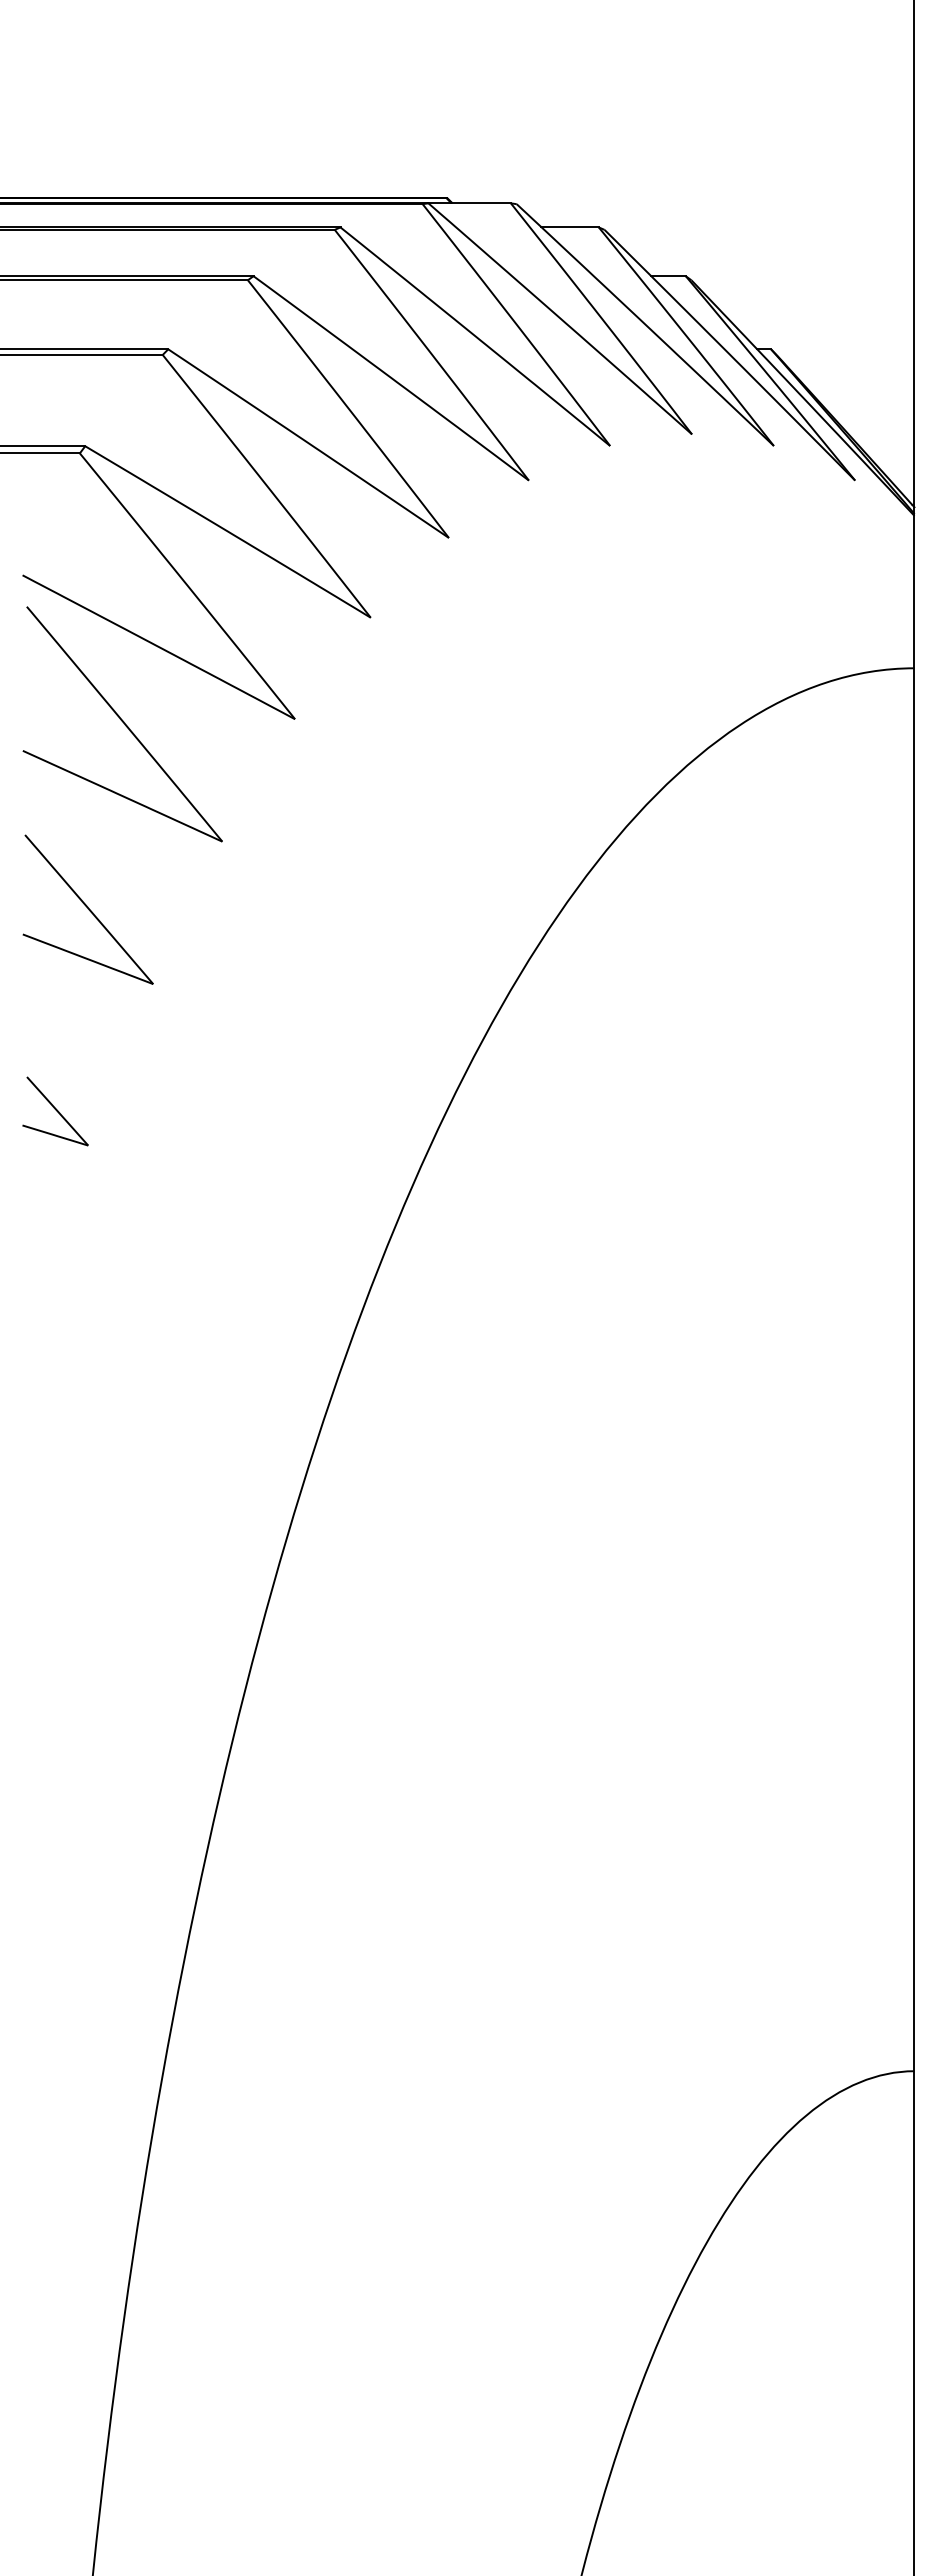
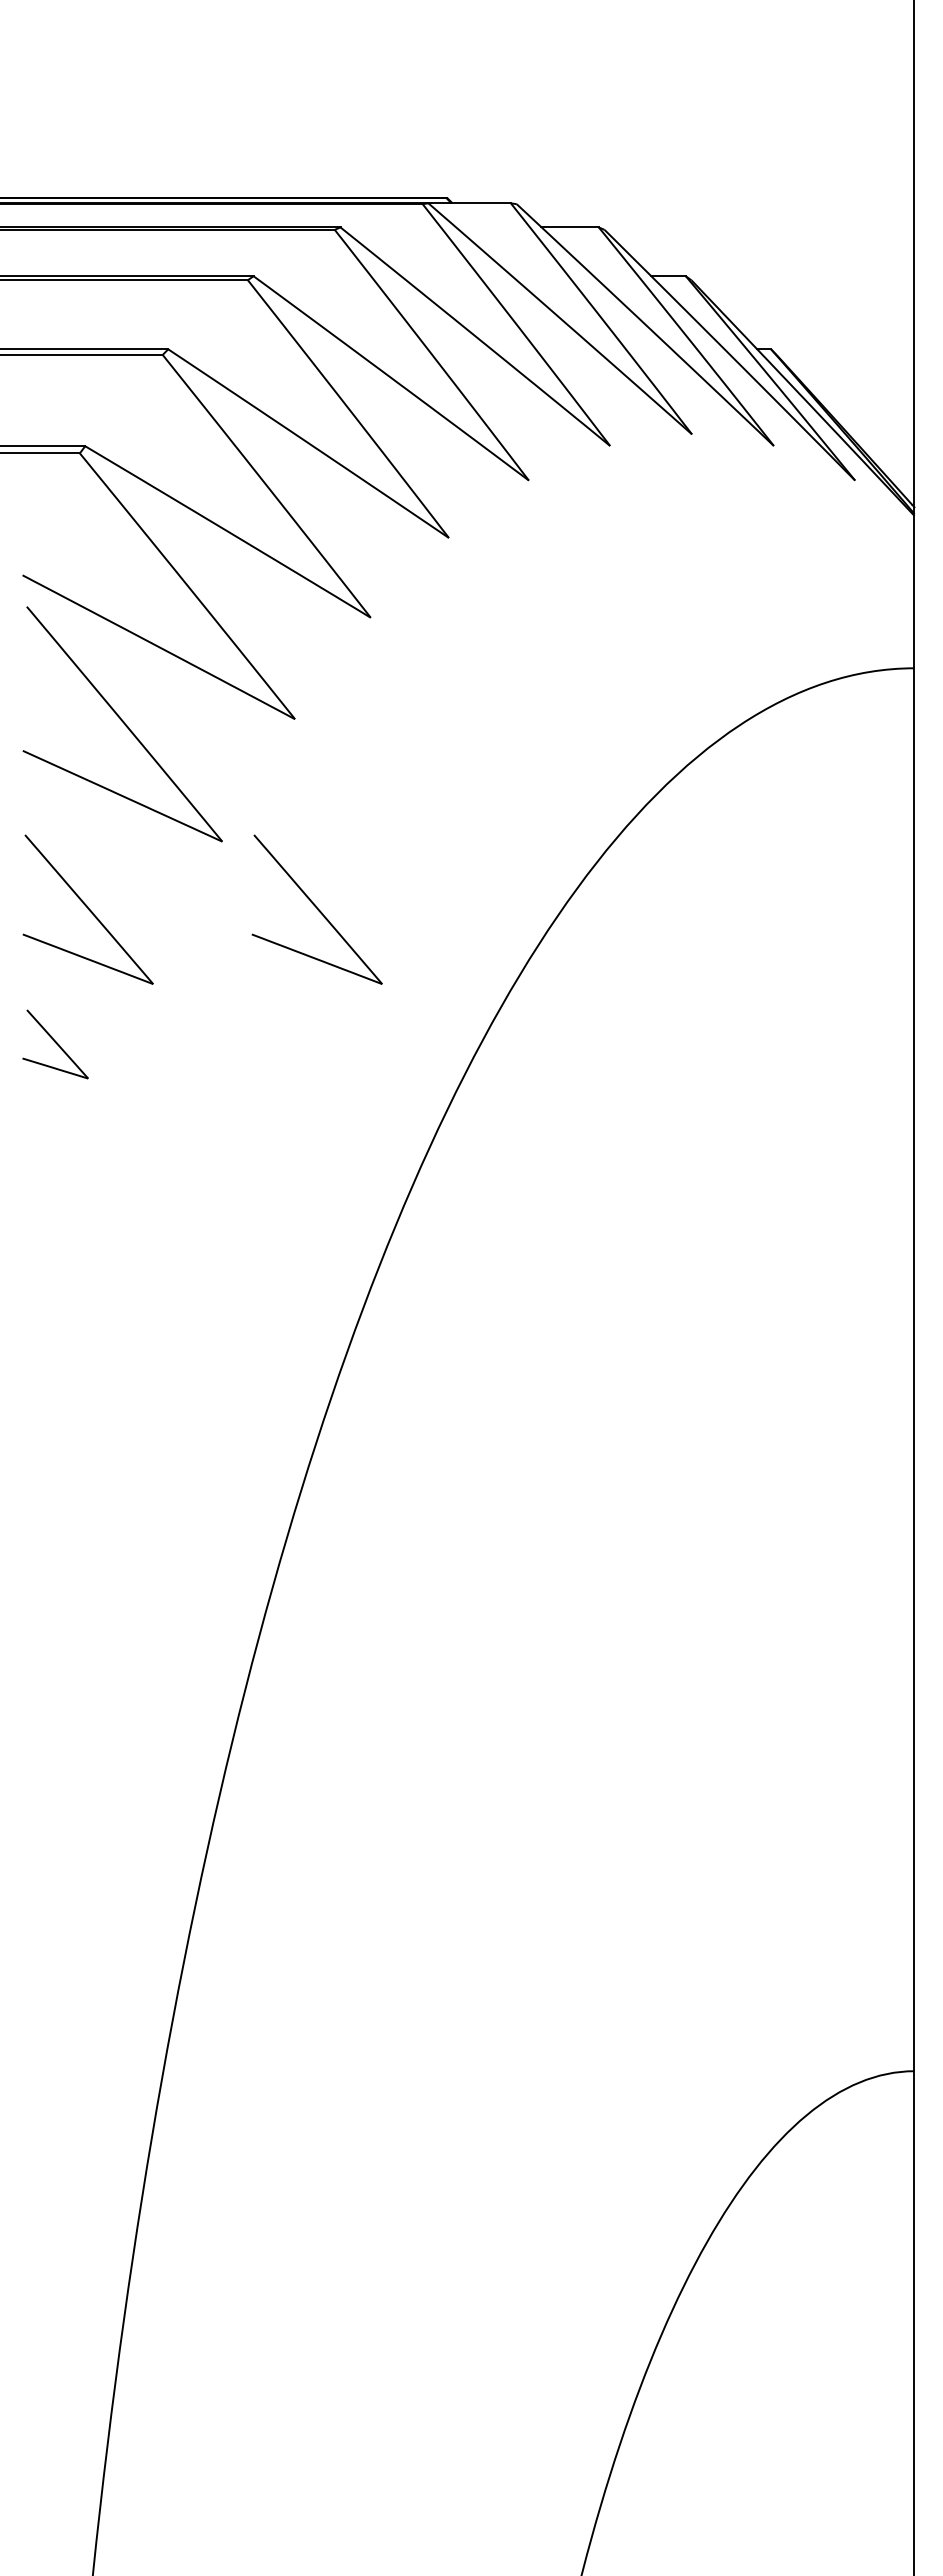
part at (316, 909): none -> present
part at (55, 1111) position: (55, 1111) -> (55, 1044)
